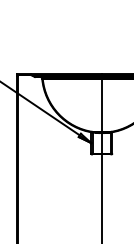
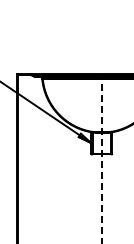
line at (101, 159): solid -> dashed
